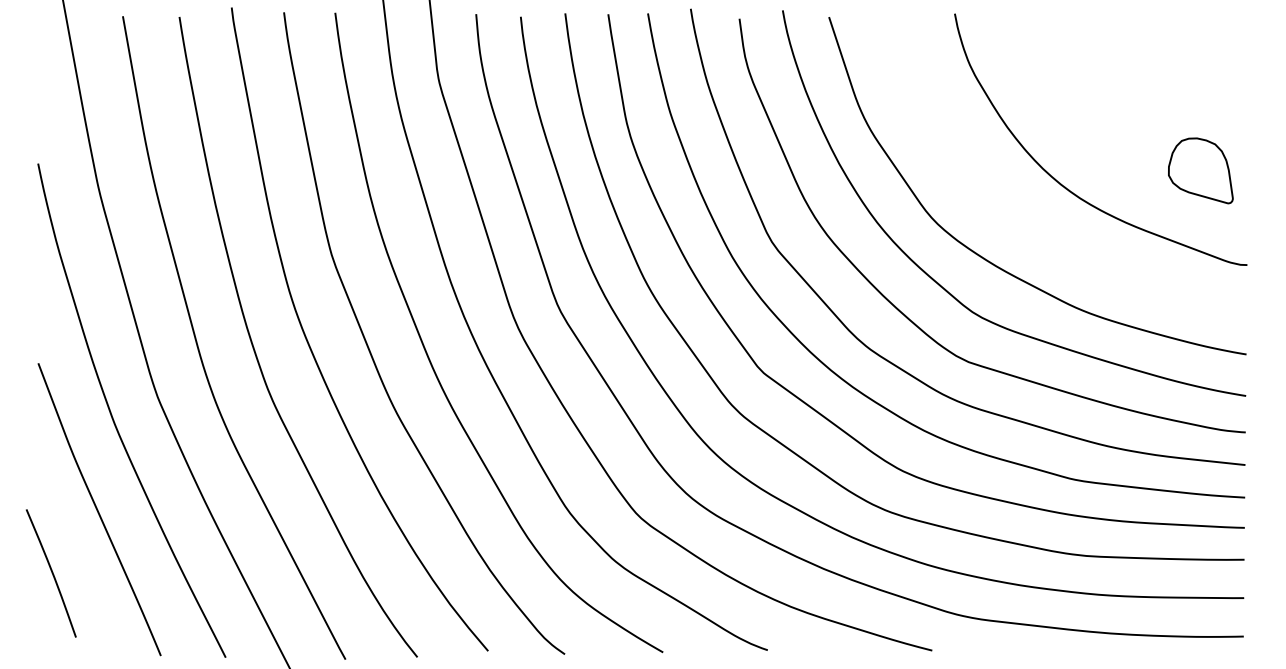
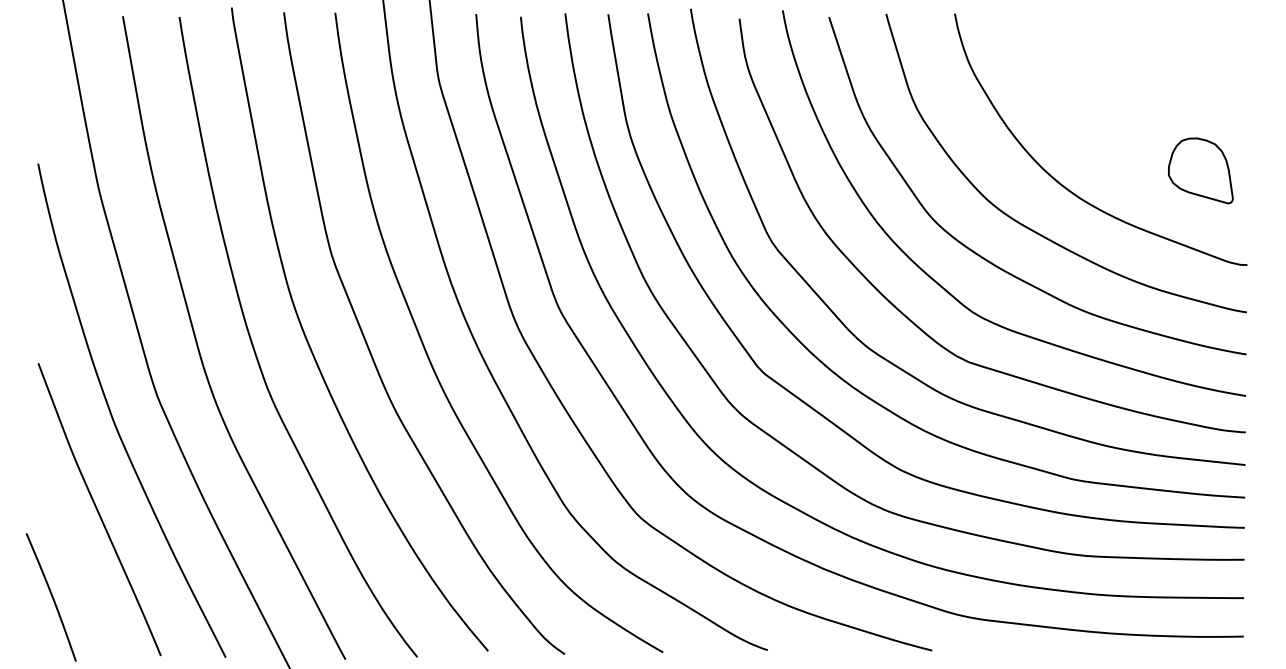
curve at (1029, 227): none -> present
curve at (51, 573) position: (51, 573) -> (51, 597)
